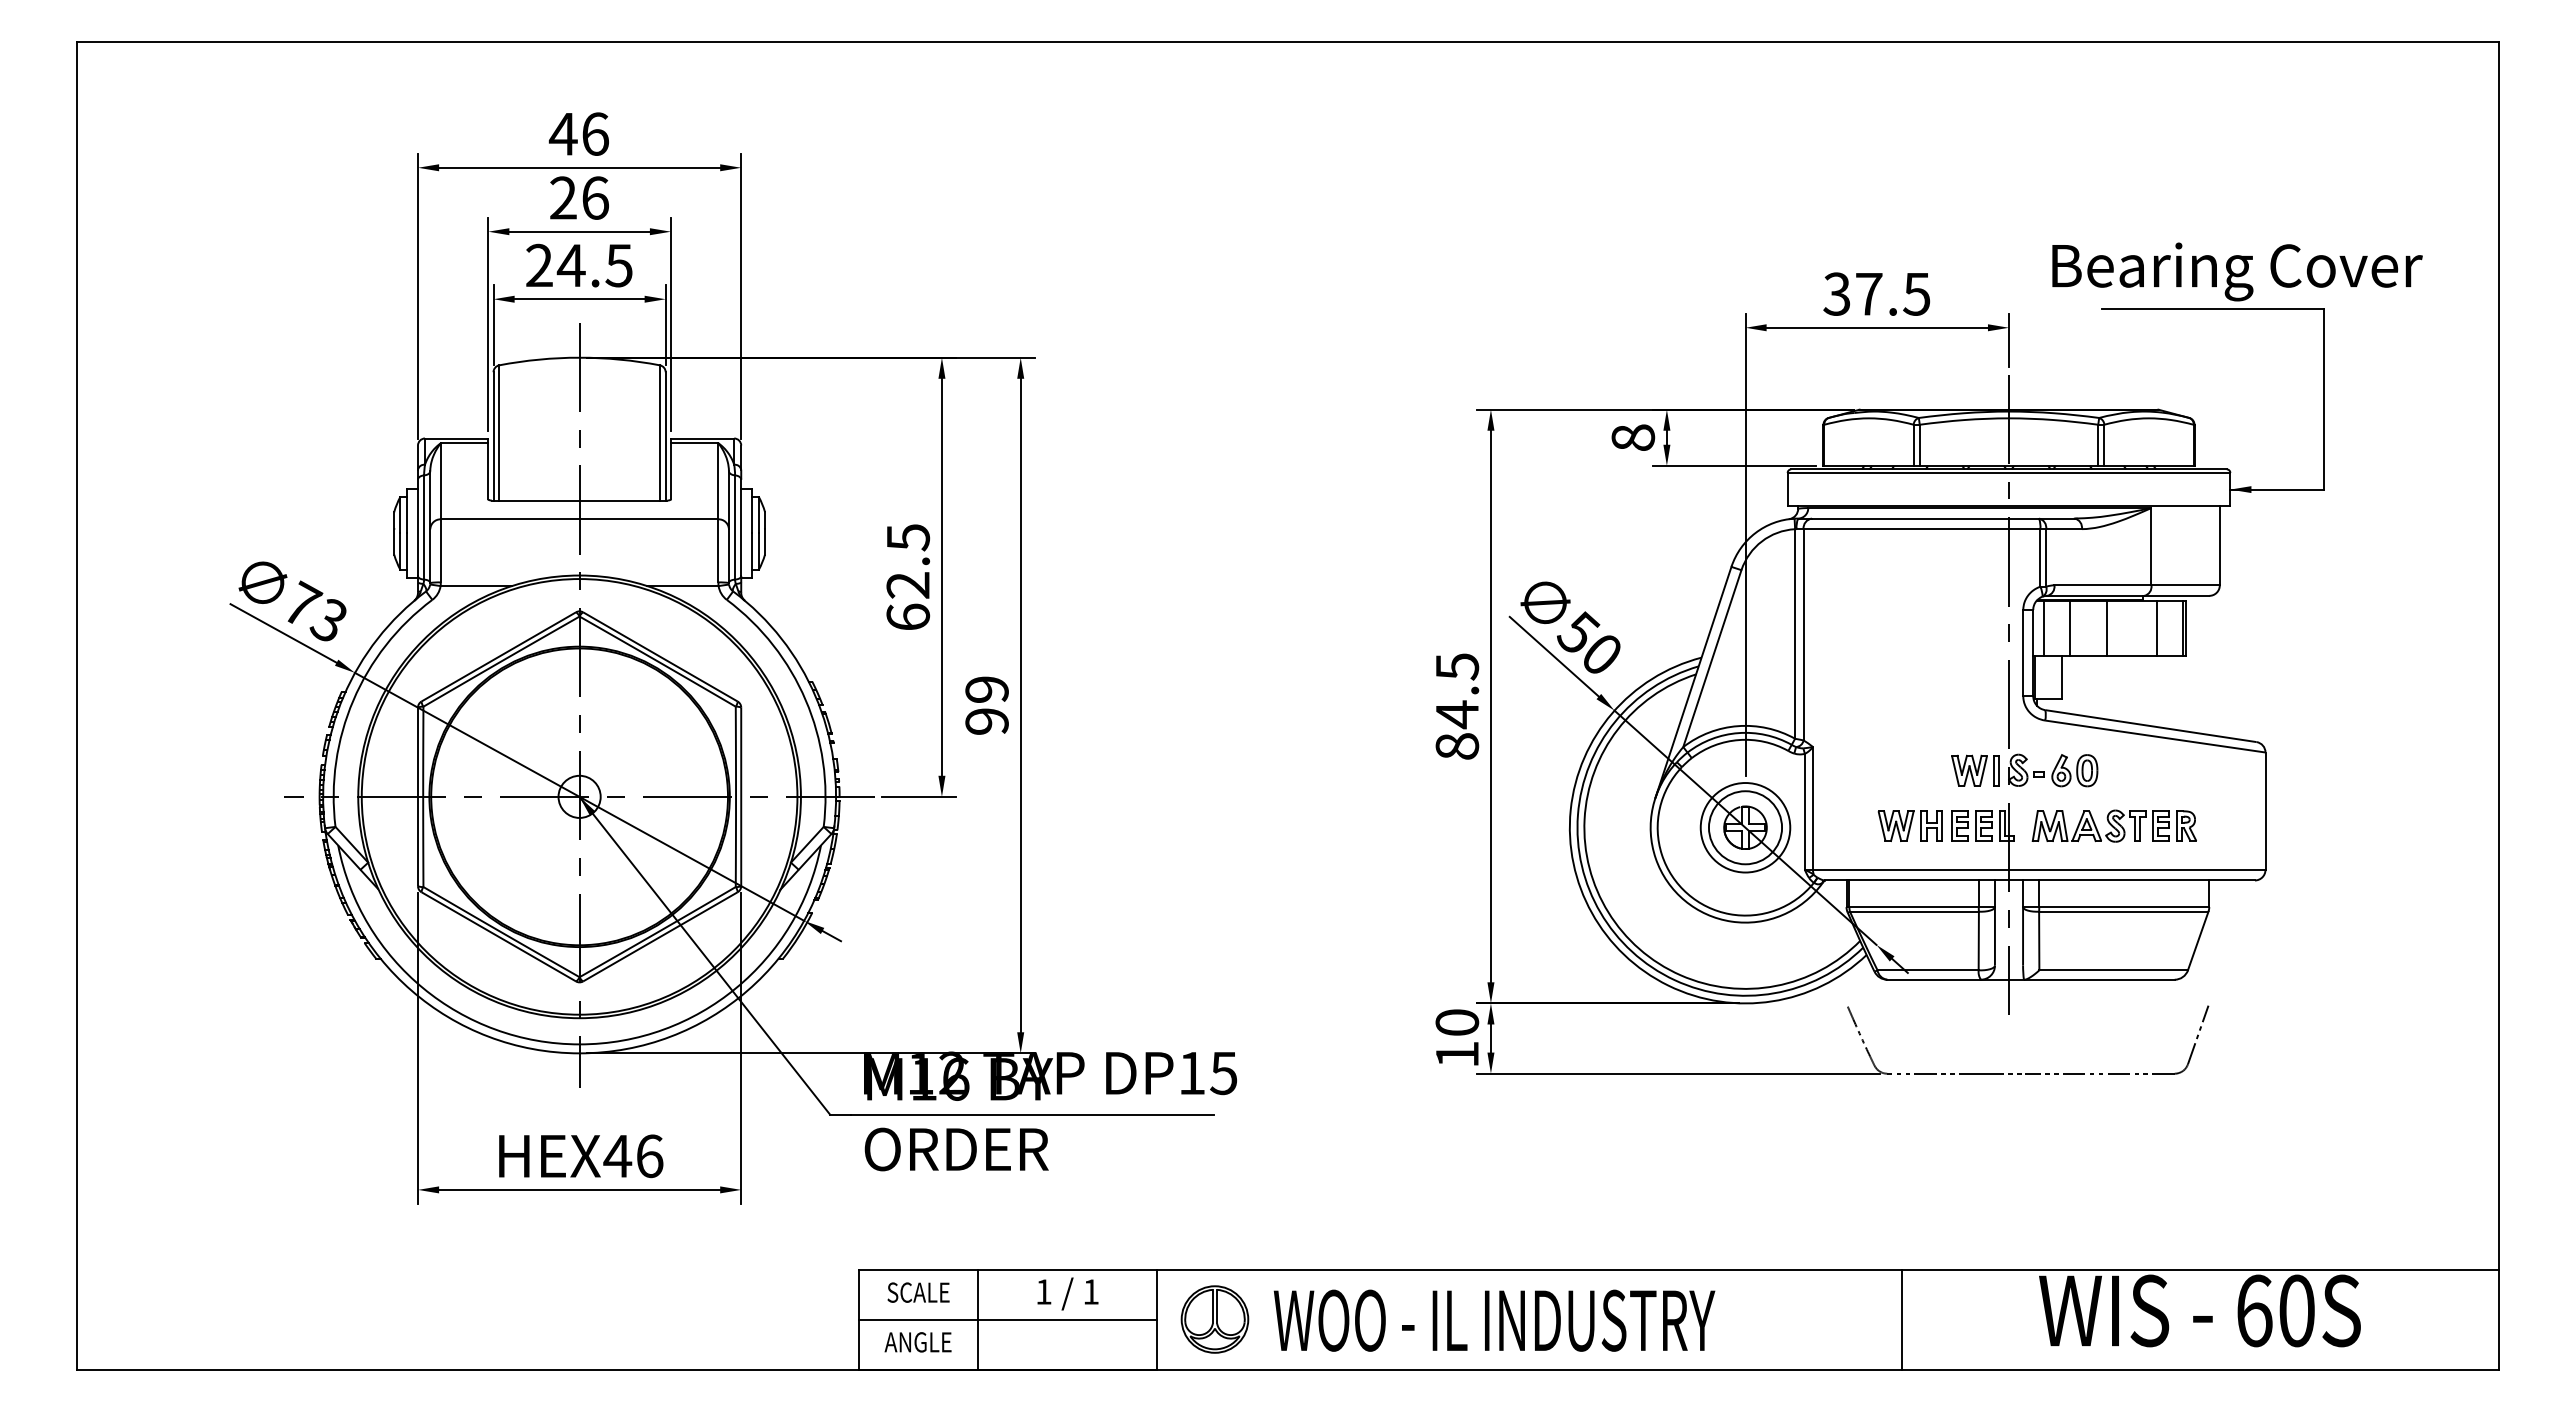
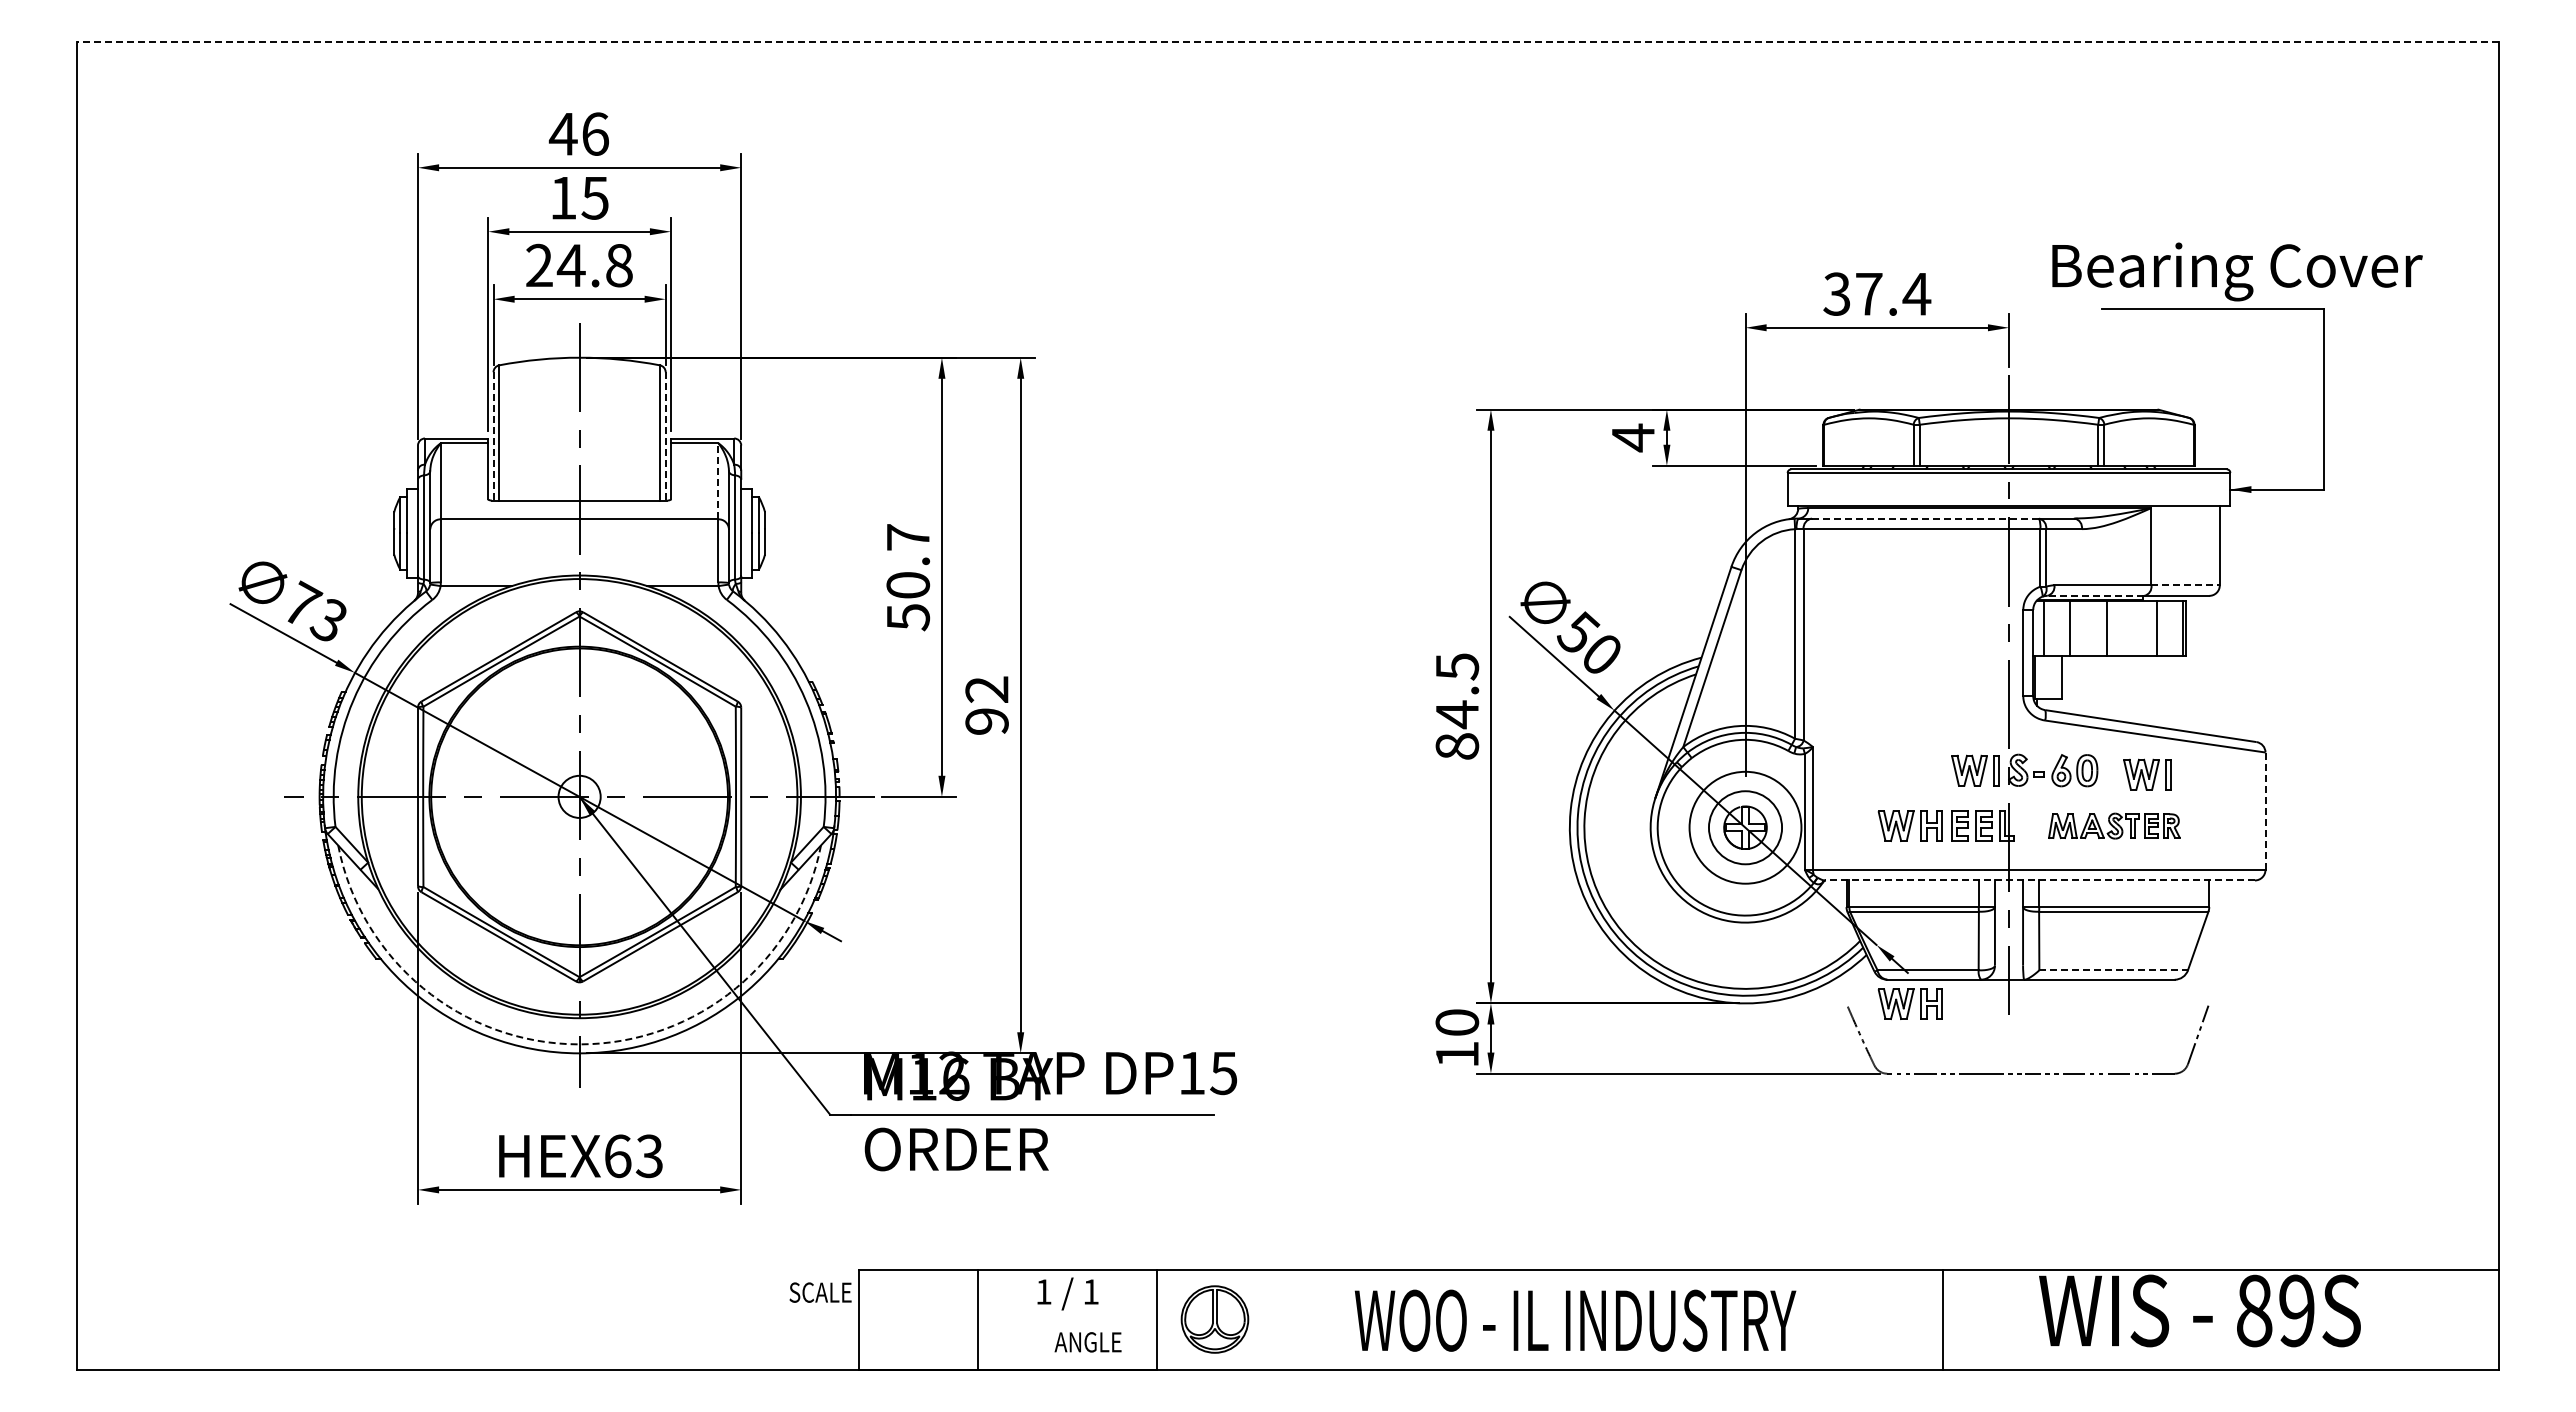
line at (1287, 42): solid -> dashed
text at (579, 197): 26 -> 15
text at (618, 265): 24.5 -> 24.8
text at (1916, 294): 37.5 -> 37.4
line at (493, 436): solid -> dashed
line at (665, 436): solid -> dashed
text at (1633, 437): 8 -> 4
line at (718, 480): solid -> dashed
line at (1925, 518): solid -> dashed
text at (908, 577): 62.5 -> 50.7
line at (2186, 585): solid -> dashed
line at (2095, 595): solid -> dashed
text at (986, 689): 99 -> 92
part at (2147, 774): none -> present
line at (2265, 811): solid -> dashed
part at (2113, 825) size: 166x34 px -> 133x28 px
circle at (1745, 827) diameter: 90 px -> 112 px
line at (2039, 880): solid -> dashed
line at (2114, 970): solid -> dashed
part at (1909, 1003): none -> present
arc at (579, 1044): solid -> dashed
text at (633, 1156): HEX46 -> HEX63
text at (918, 1292) position: (918, 1292) -> (820, 1292)
text at (2275, 1310): 60S -> 89S
line at (1902, 1319) position: (1902, 1319) -> (1943, 1319)
line at (1007, 1320): present -> none
text at (1494, 1320) position: (1494, 1320) -> (1575, 1320)
text at (917, 1342) position: (917, 1342) -> (1087, 1342)
